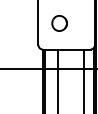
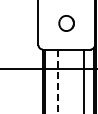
part at (59, 23) position: (59, 23) -> (66, 23)
line at (58, 81): solid -> dashed
